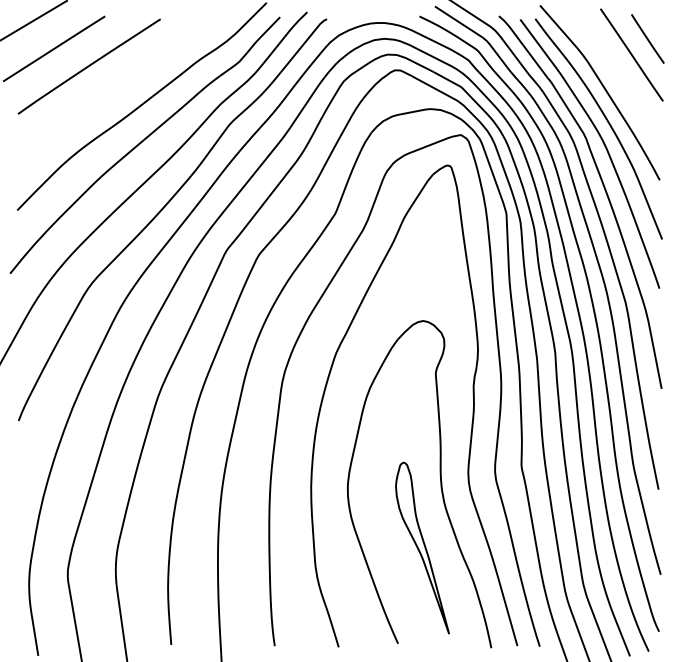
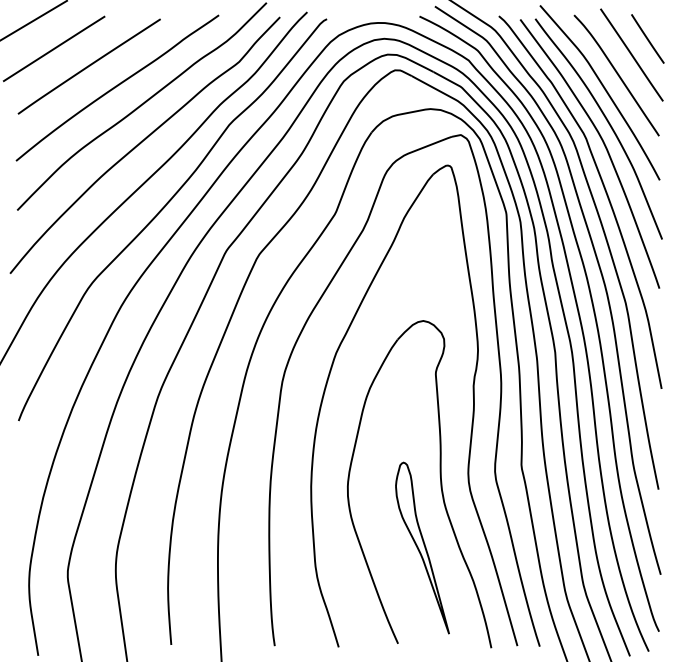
curve at (617, 75): none -> present
curve at (117, 86): none -> present
